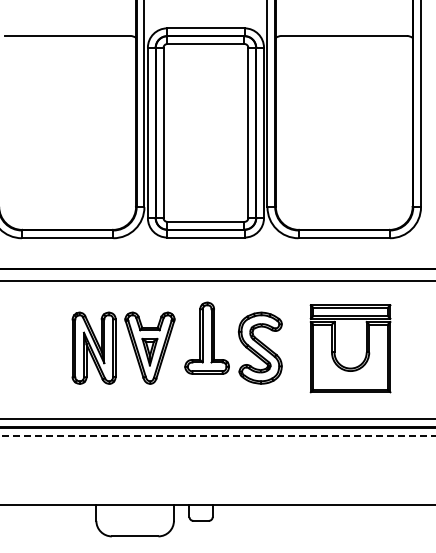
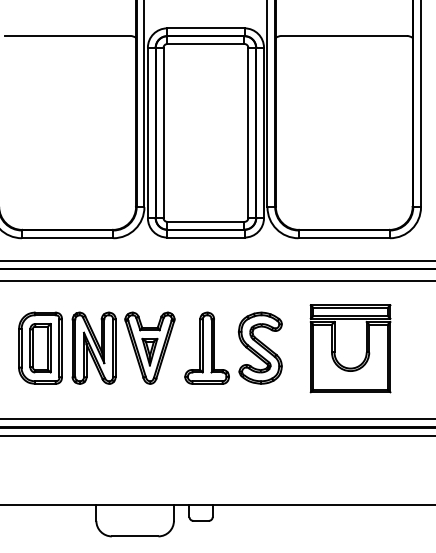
line at (217, 261): none -> present
part at (206, 337) position: (206, 337) -> (206, 347)
part at (40, 347): none -> present
line at (218, 435): dashed -> solid
